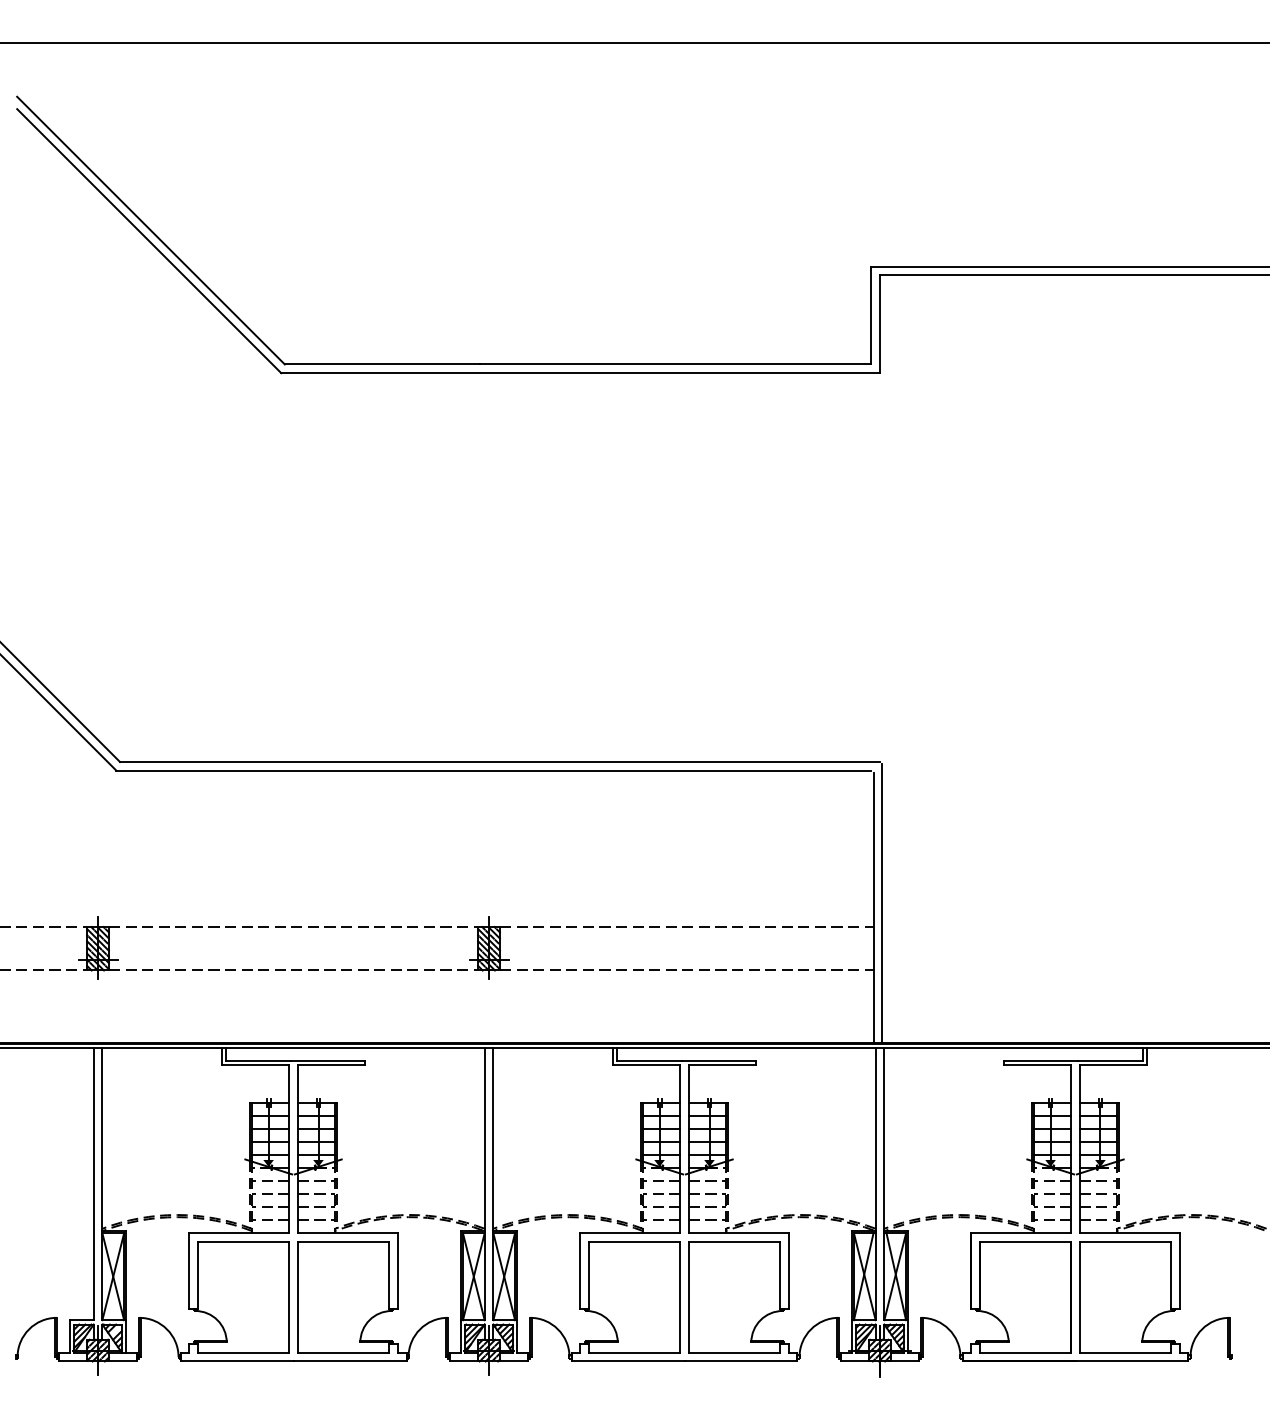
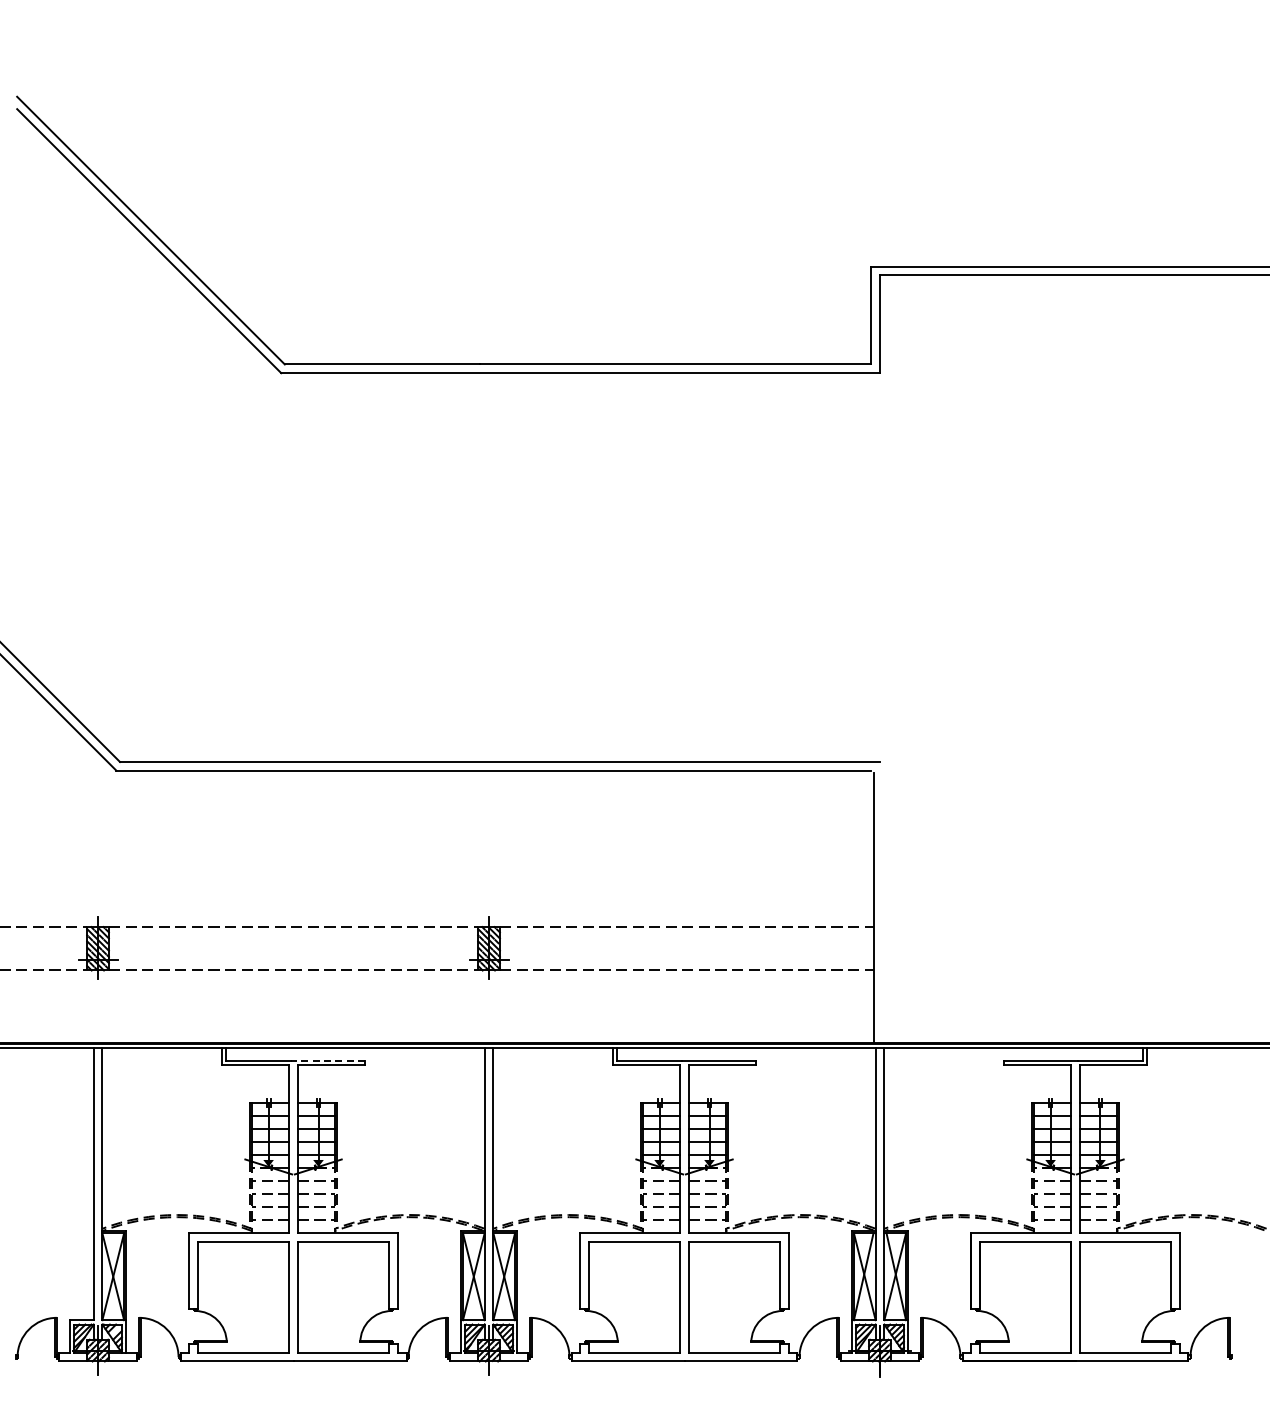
line at (634, 42): present -> none
line at (882, 903): present -> none
line at (328, 1060): solid -> dashed
